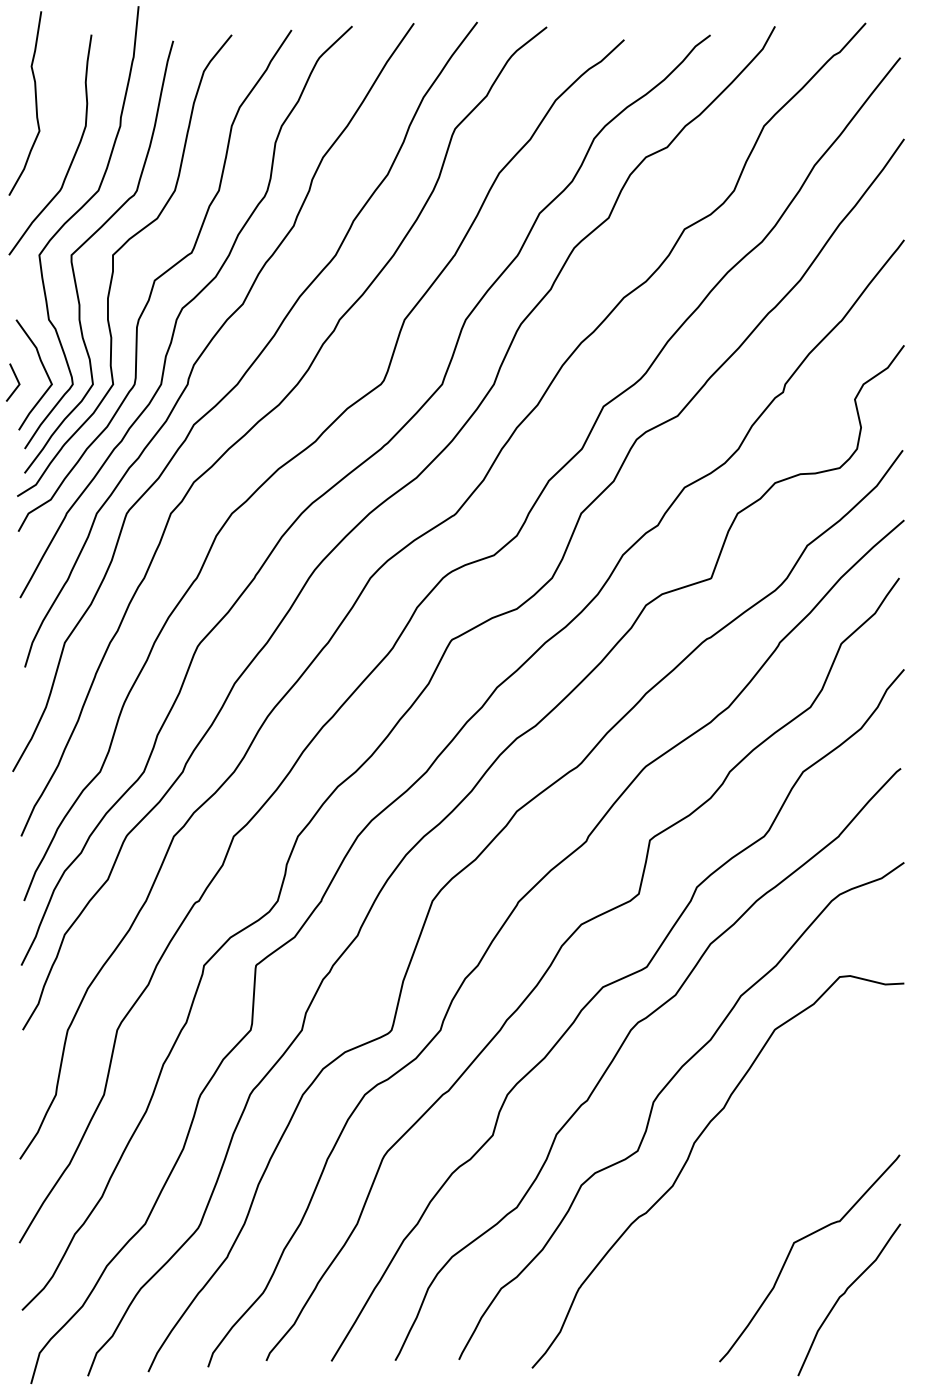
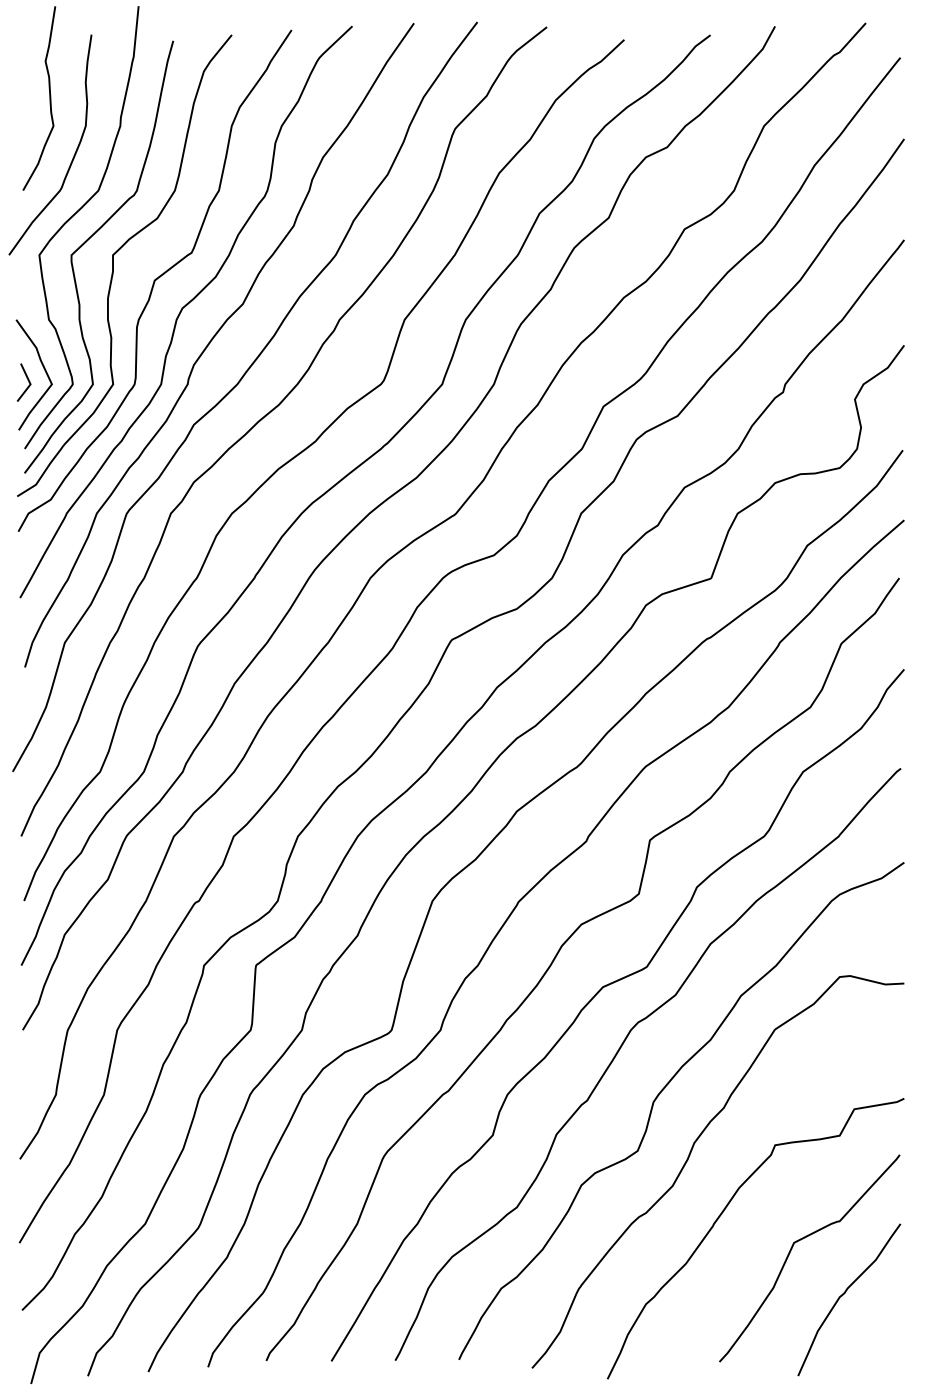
curve at (35, 103) position: (35, 103) -> (49, 98)
line at (16, 380) position: (16, 380) -> (27, 380)
curve at (721, 1215): none -> present
